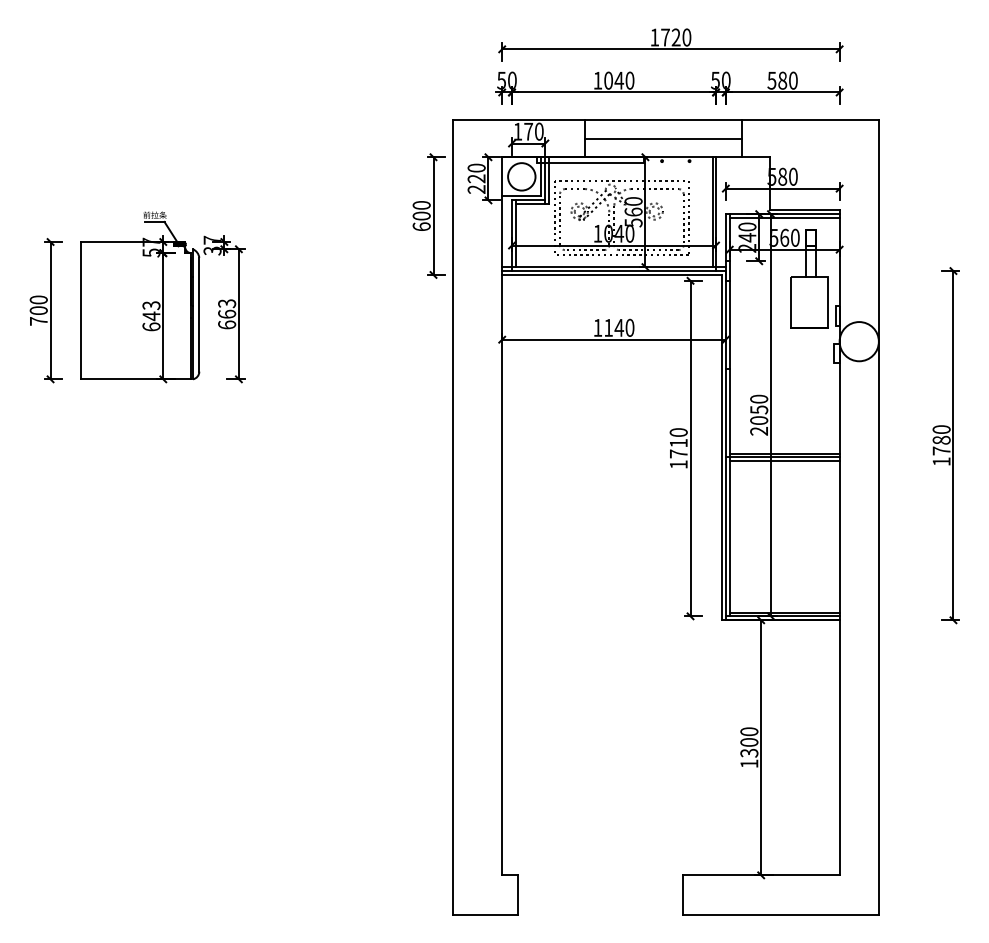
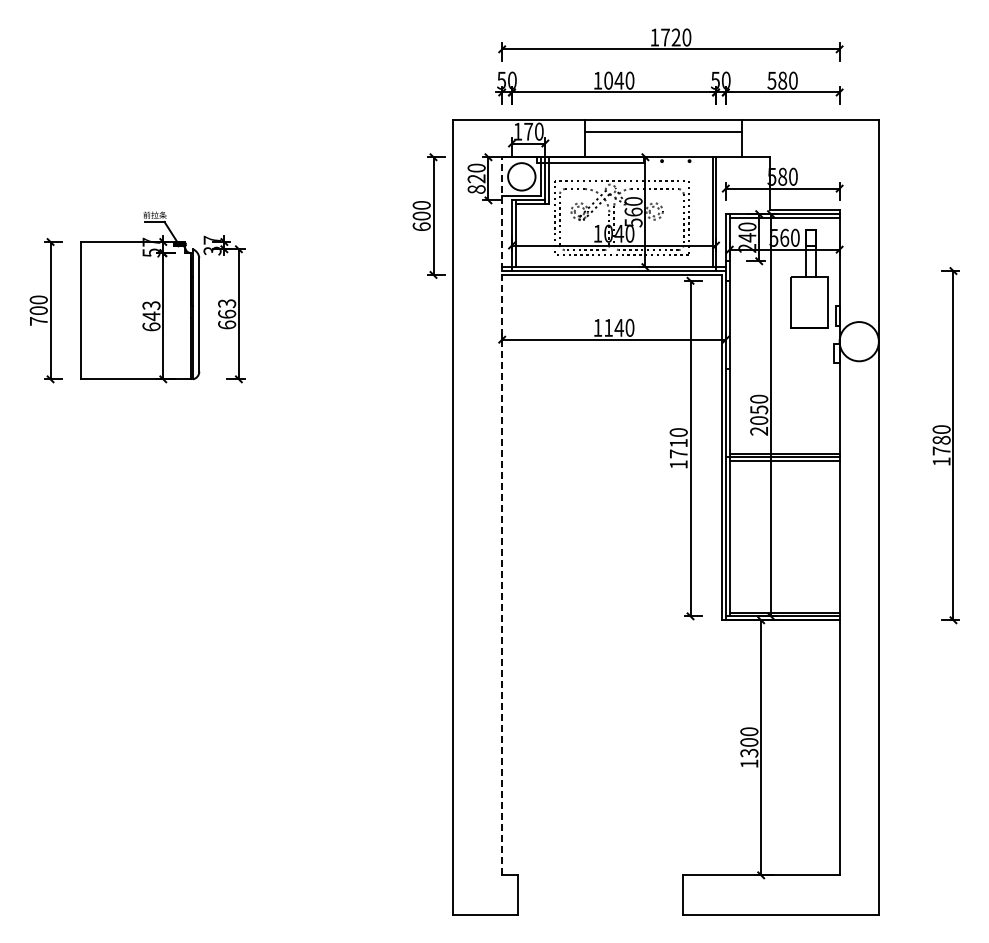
line at (662, 138) position: (662, 138) -> (662, 131)
text at (476, 189): 220 -> 820
line at (502, 515): solid -> dashed
